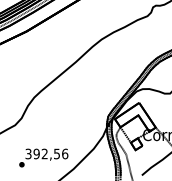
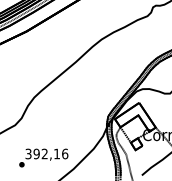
text at (56, 153): 392,56 -> 392,16
